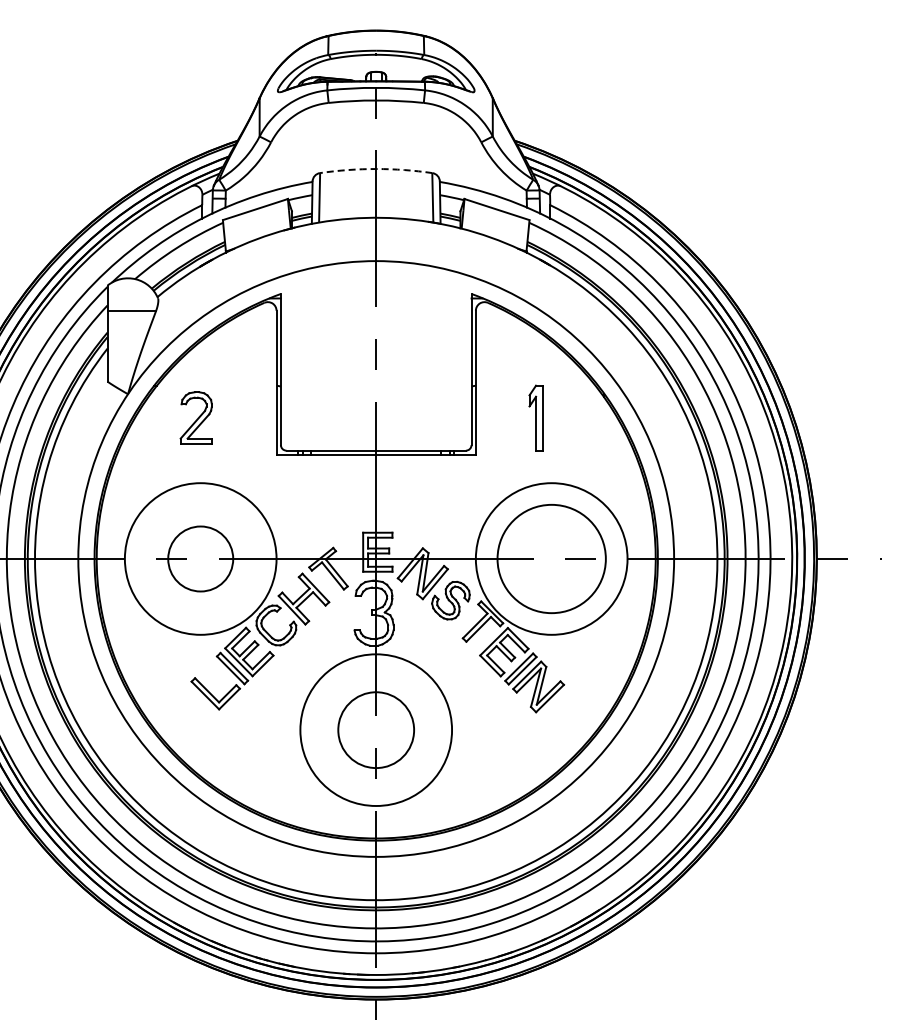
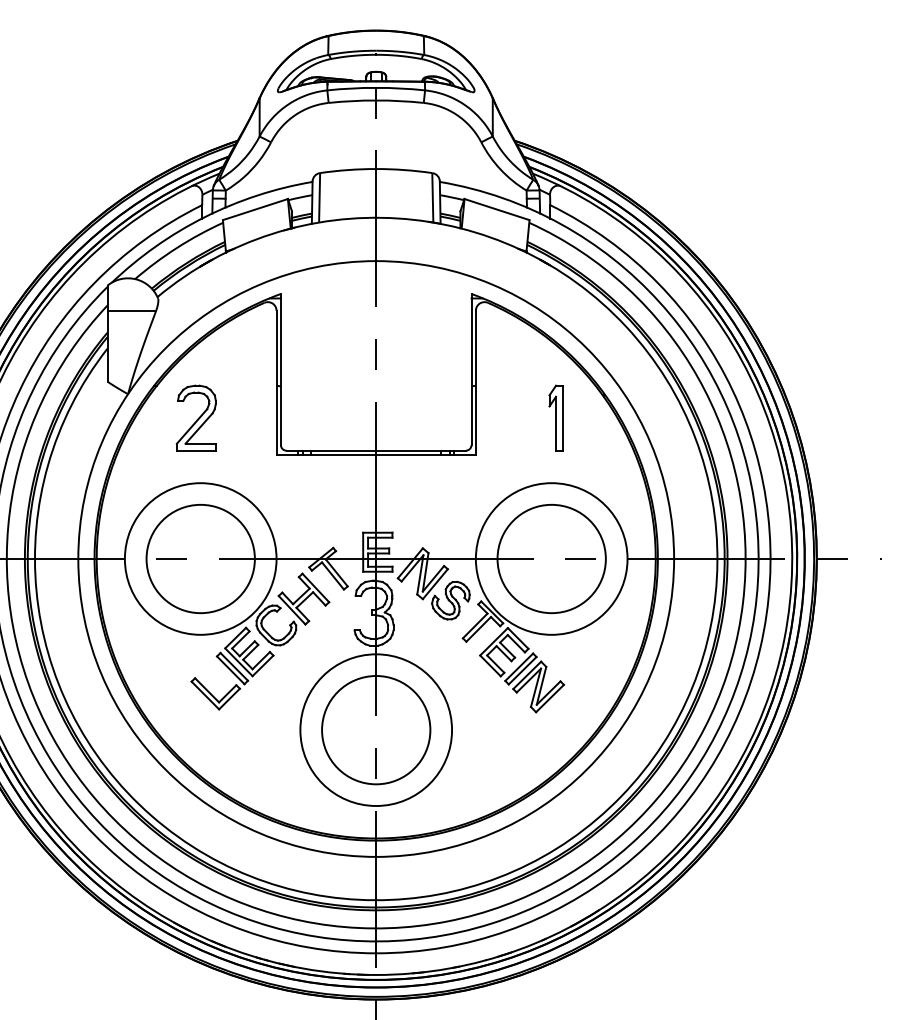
arc at (376, 169): dashed -> solid
part at (195, 417) size: 34x54 px -> 42x68 px
part at (535, 417) position: (535, 417) -> (555, 417)
circle at (200, 558) diameter: 65 px -> 108 px
circle at (376, 730) diameter: 76 px -> 108 px
